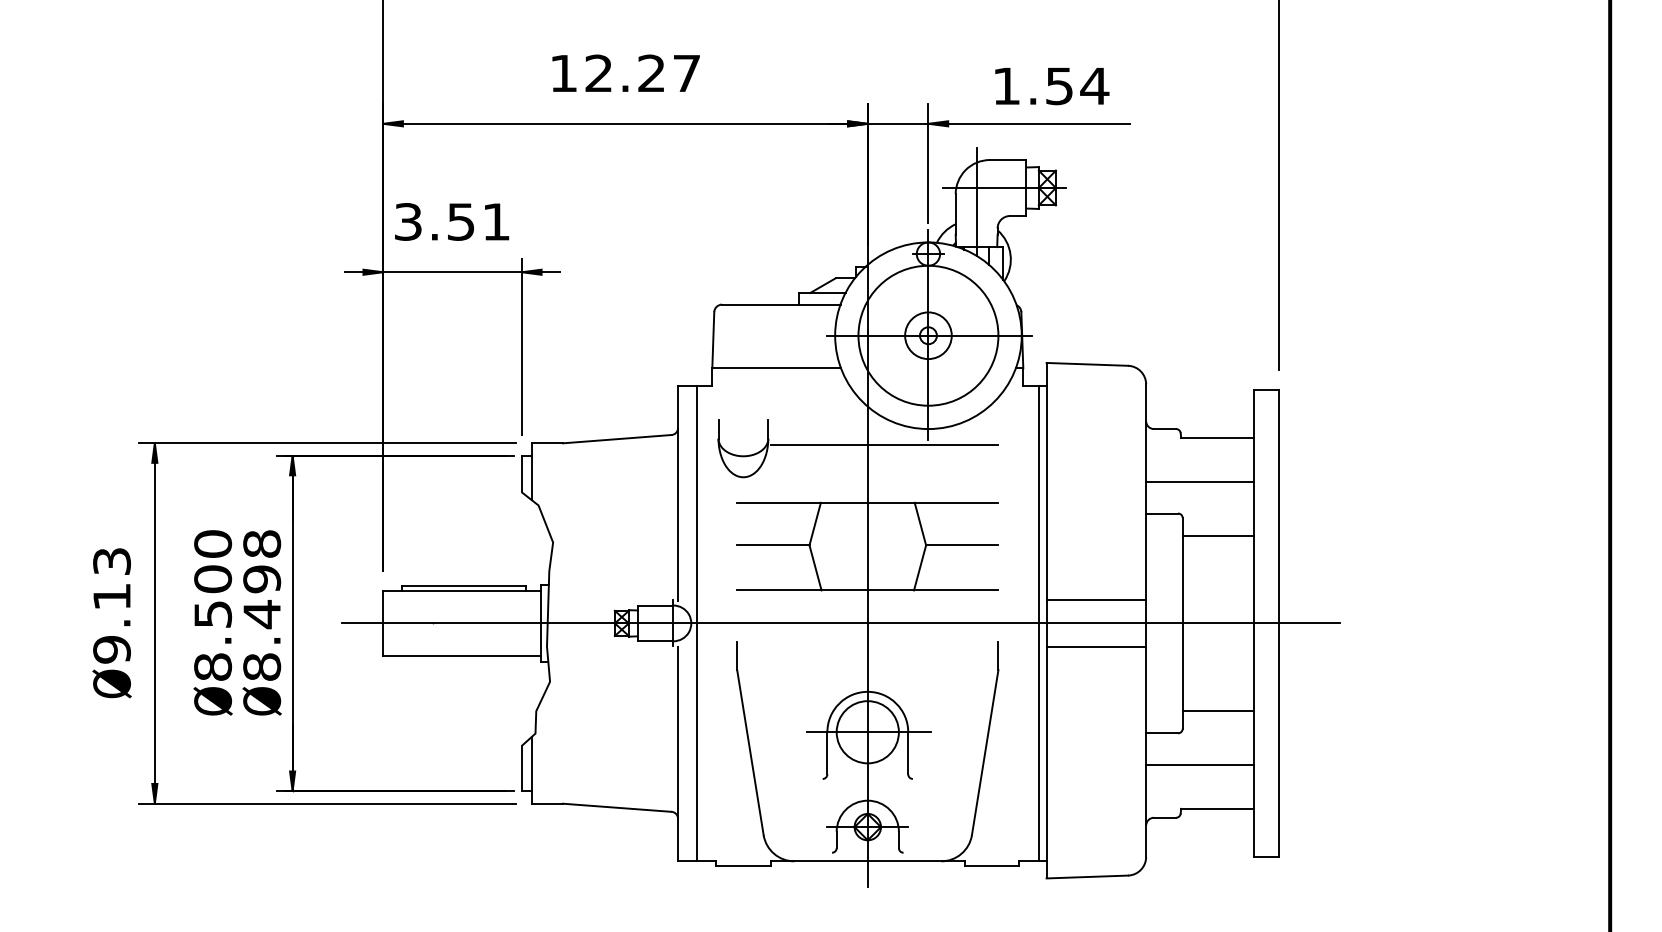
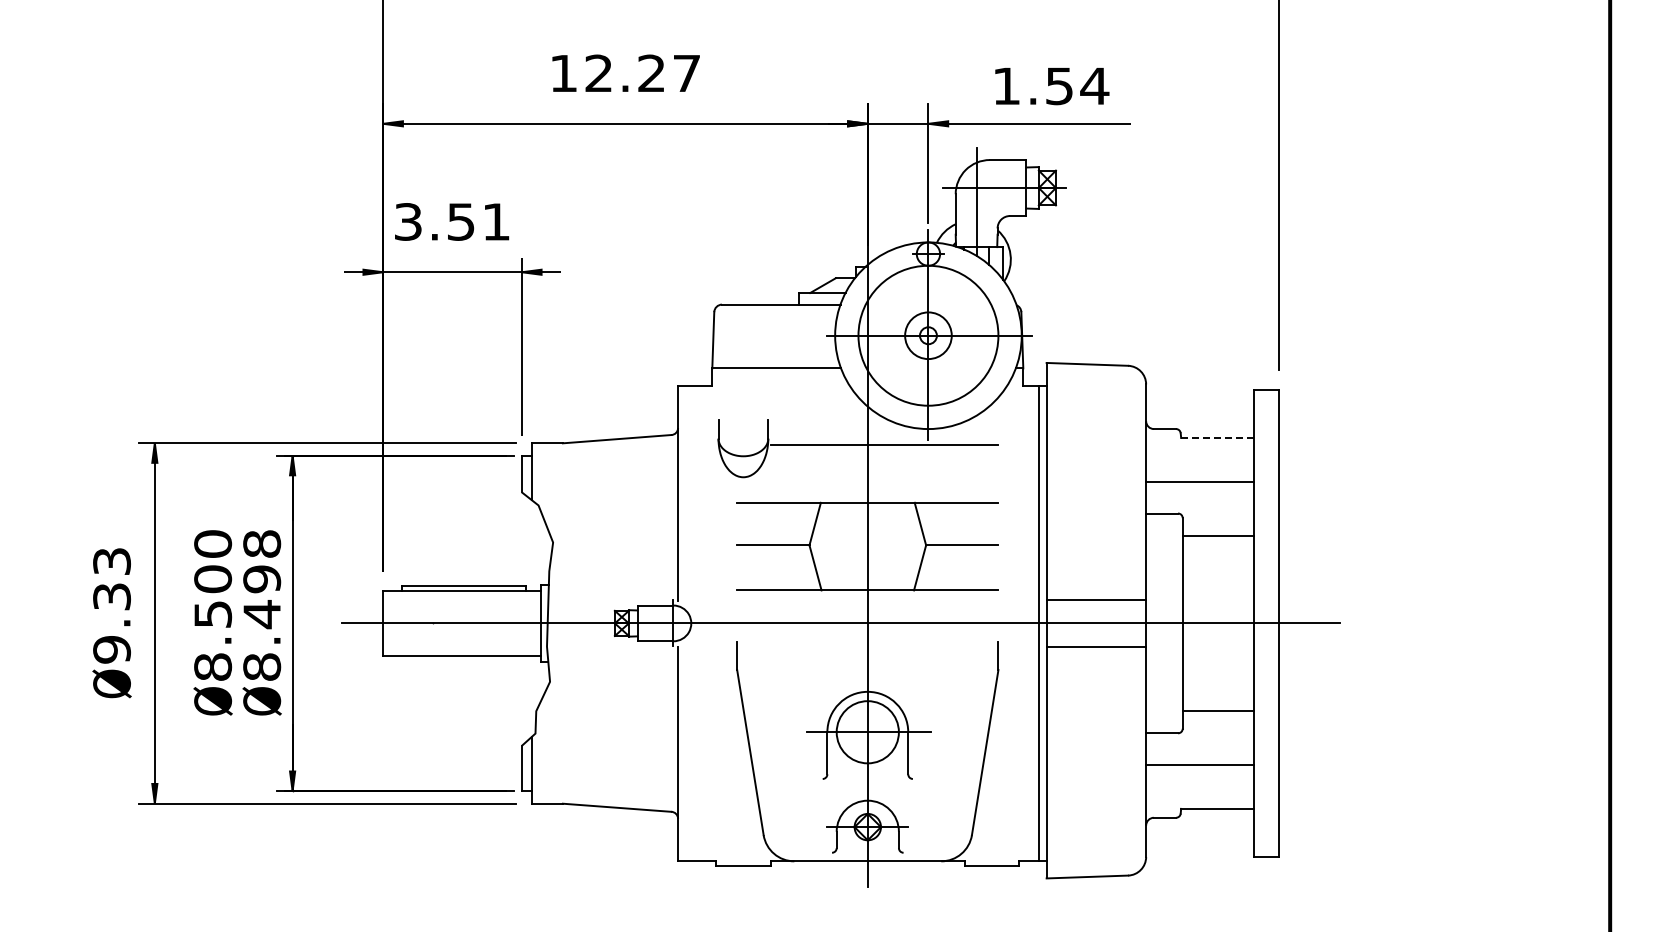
line at (1216, 437): solid -> dashed
text at (111, 596): 9.13 -> 9.33
line at (696, 623): present -> none
